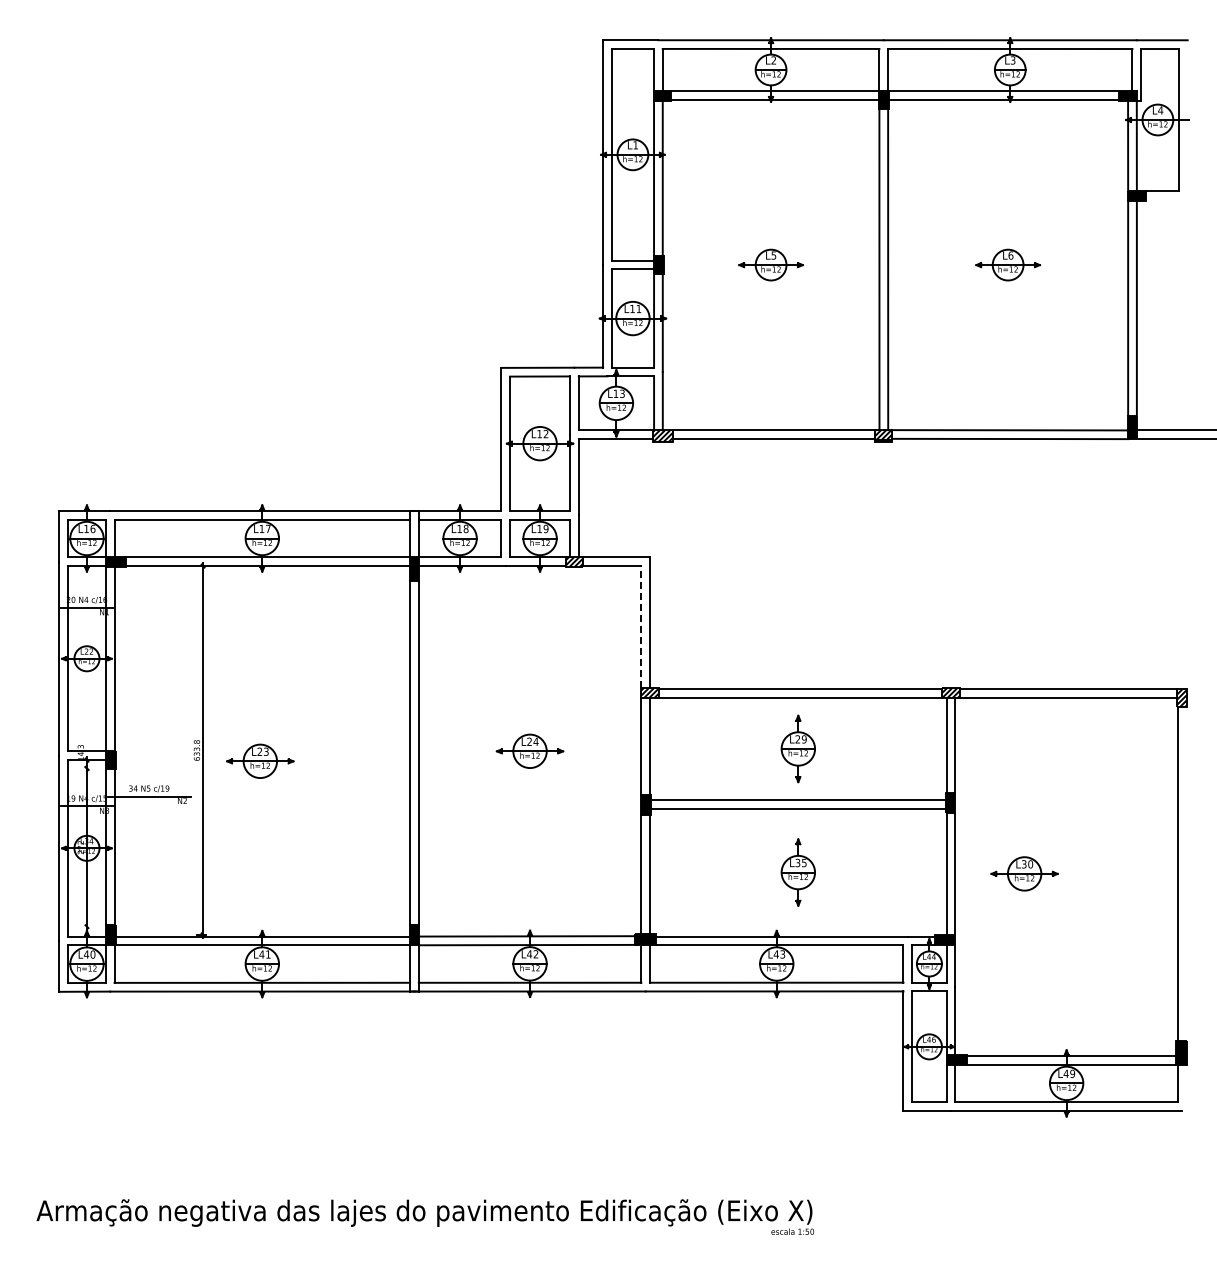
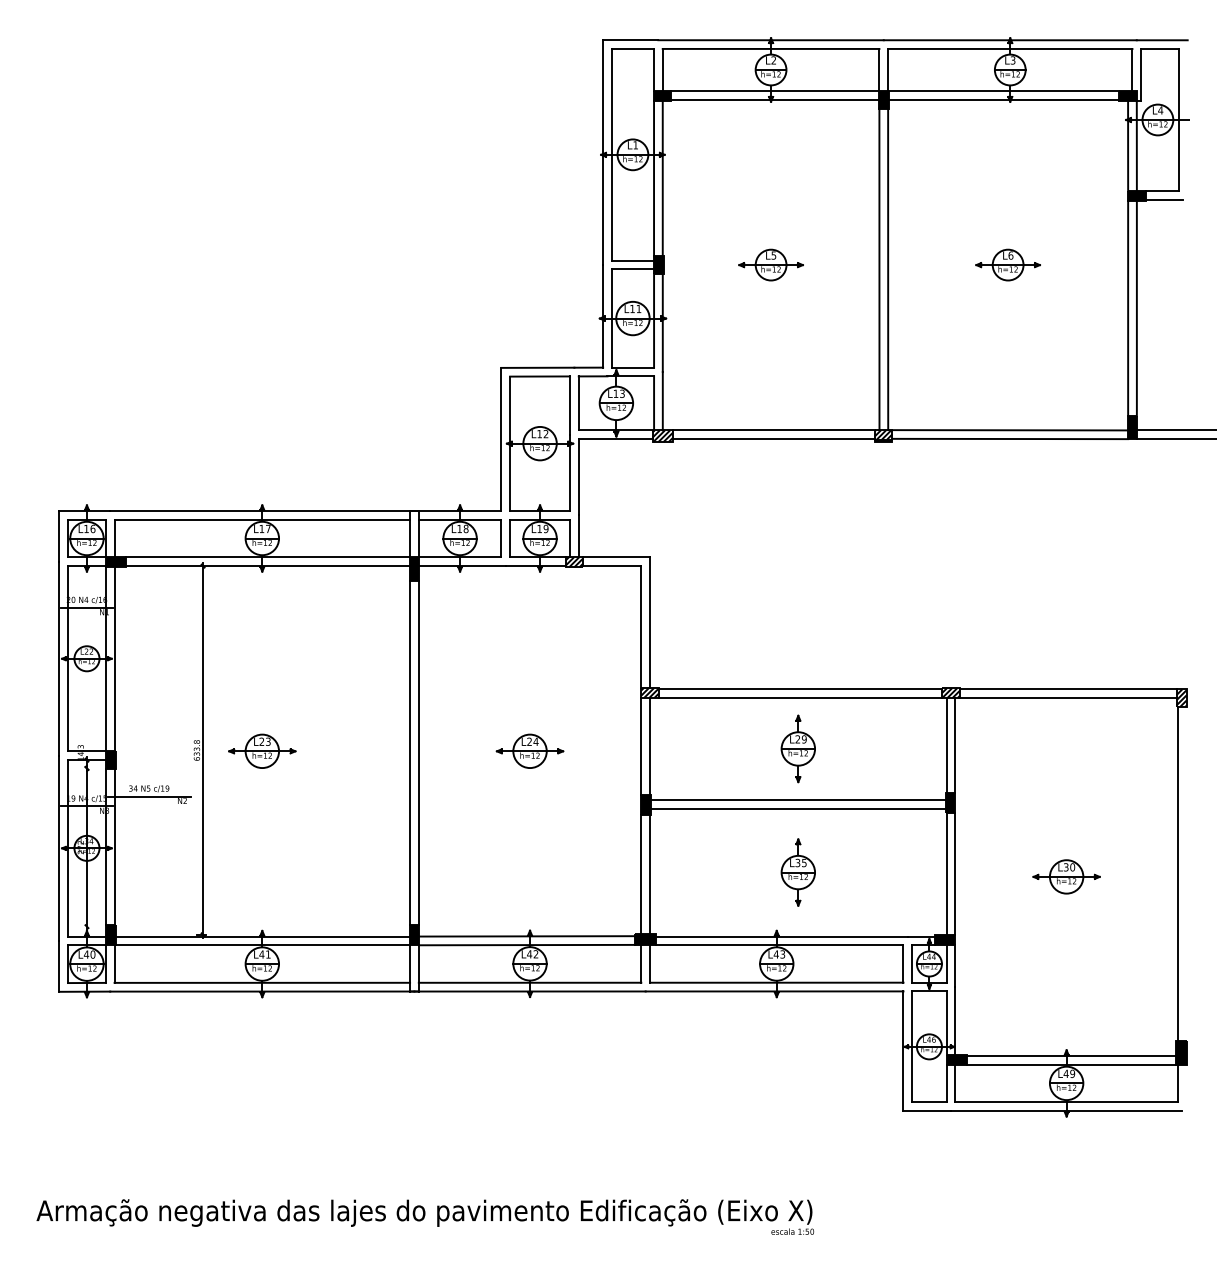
line at (1164, 199): none -> present
line at (641, 626): dashed -> solid
part at (260, 760) position: (260, 760) -> (262, 750)
part at (1024, 873) position: (1024, 873) -> (1066, 876)
